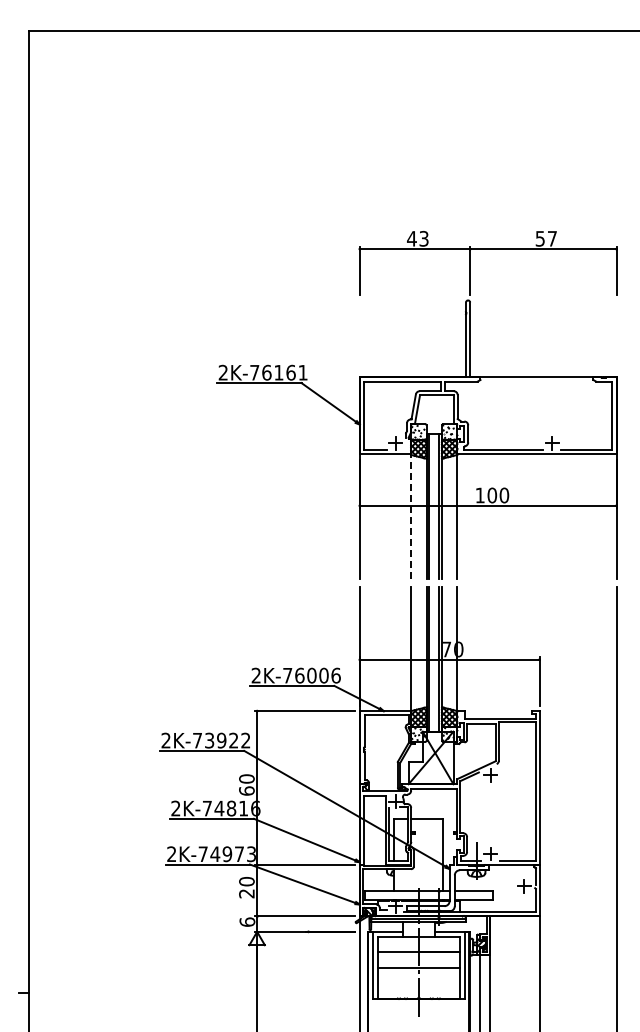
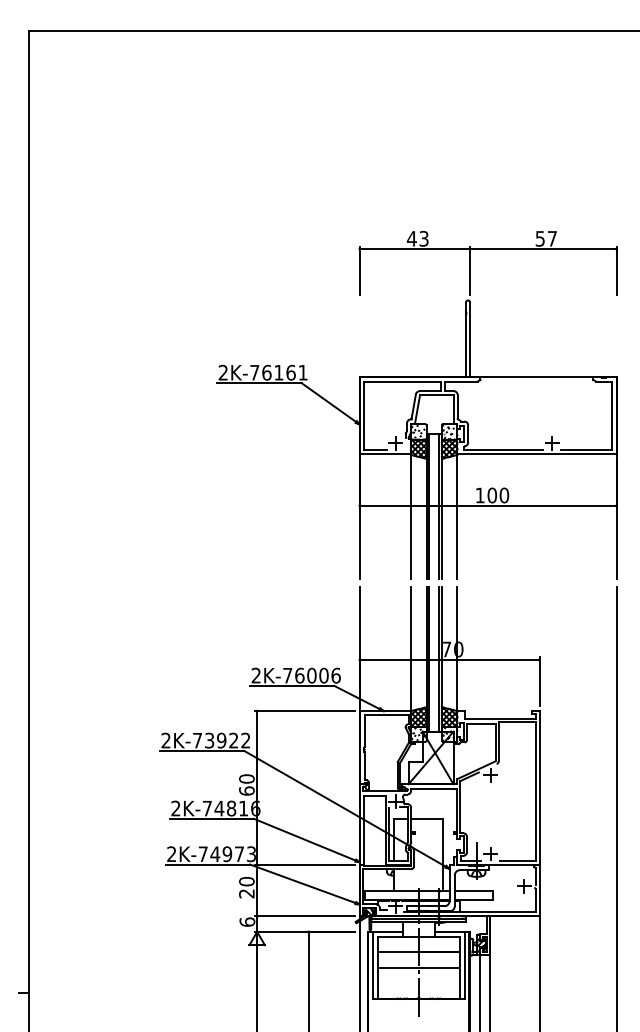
line at (411, 516): dashed -> solid
line at (308, 979): none -> present
